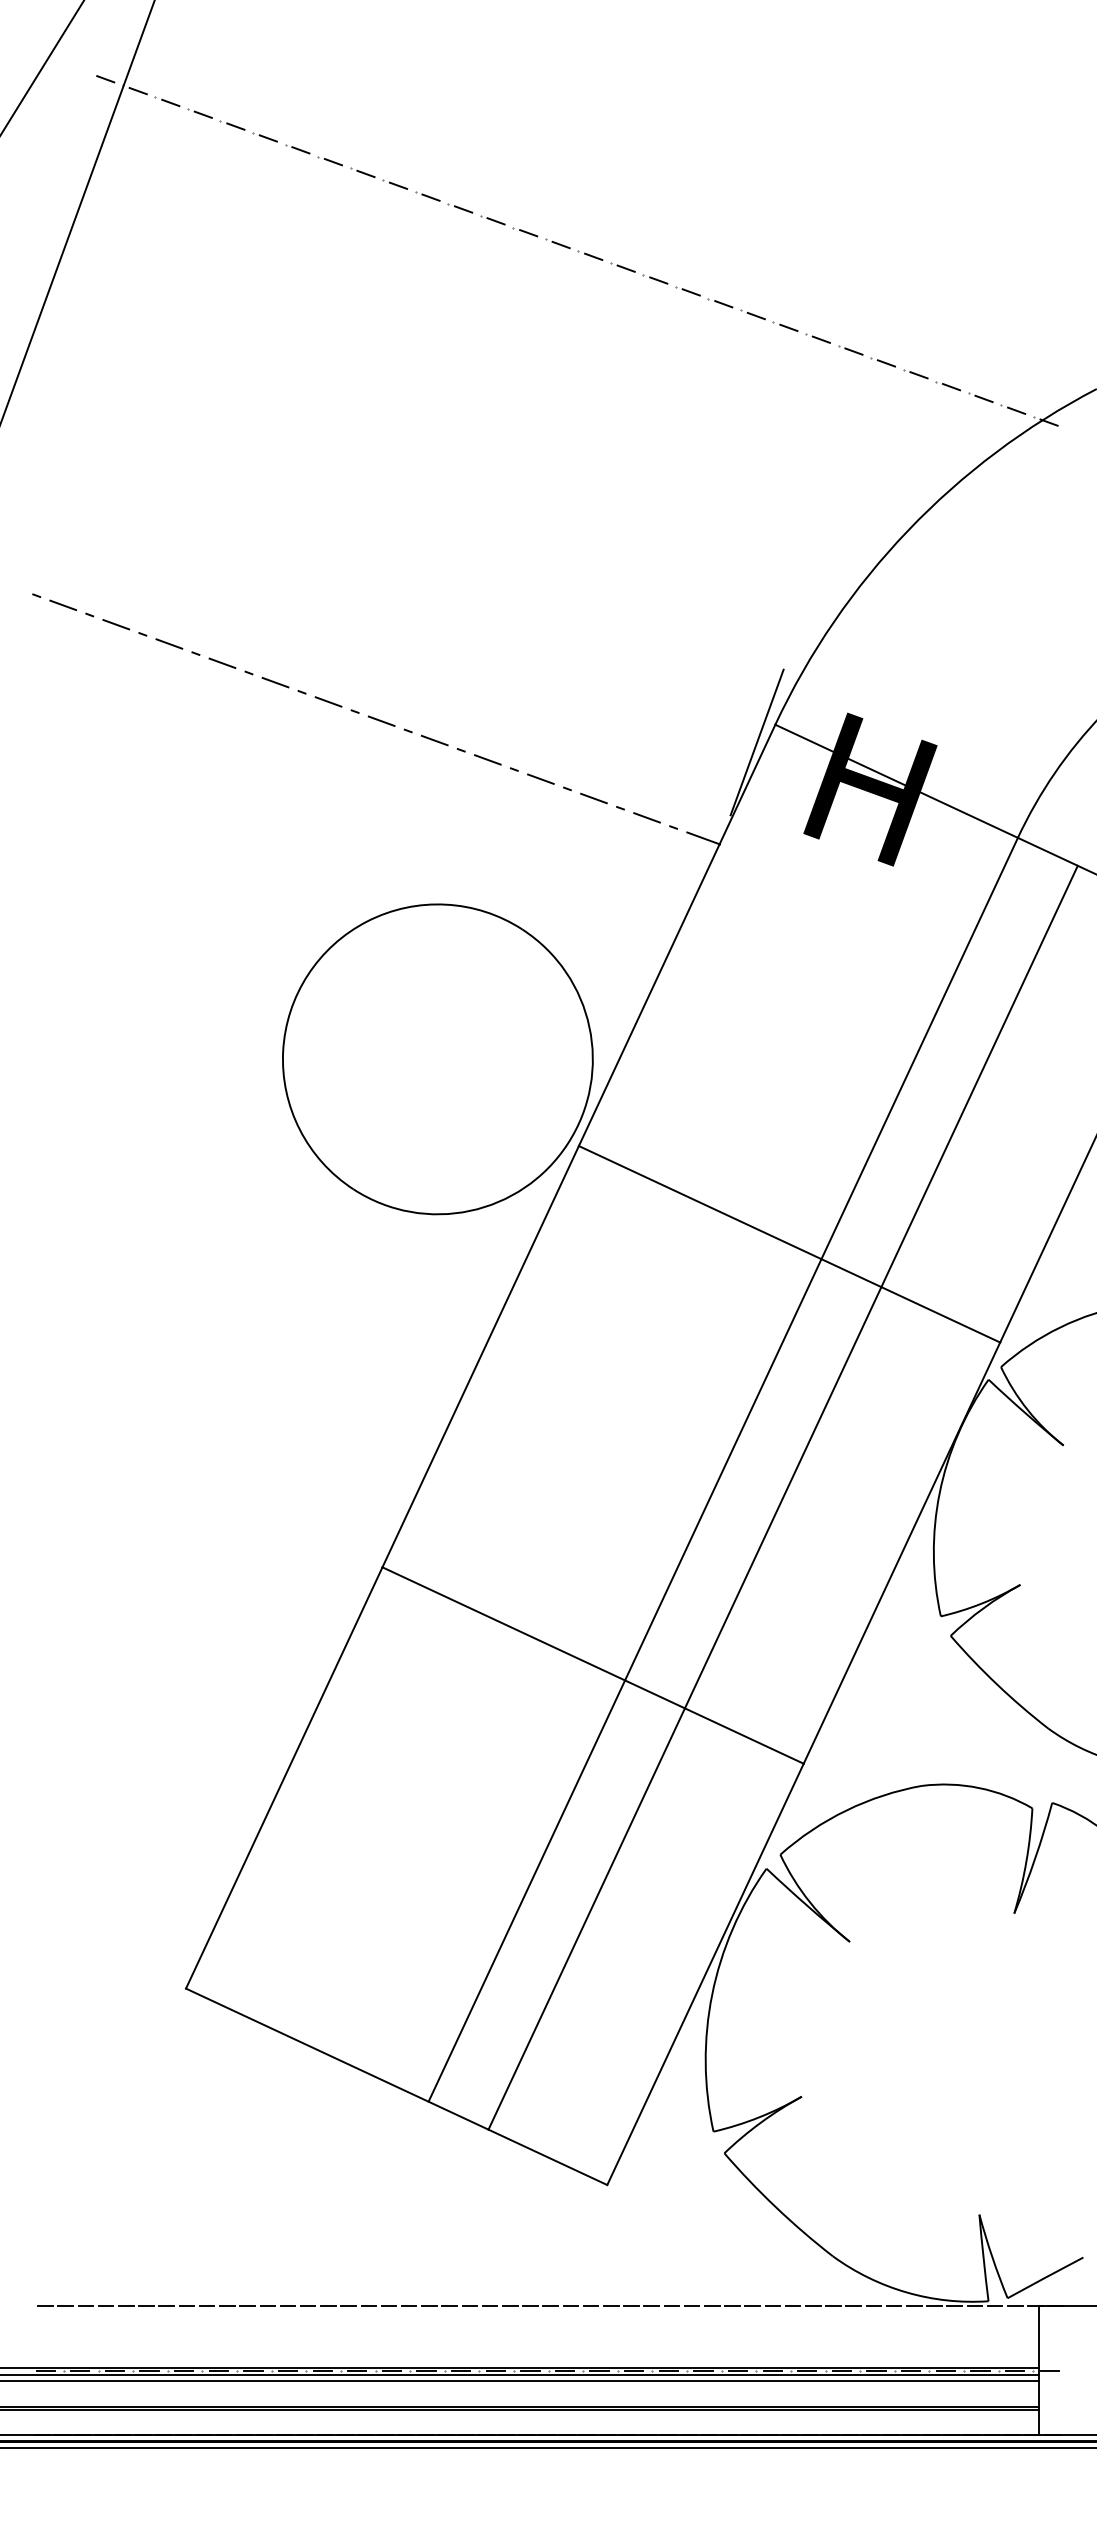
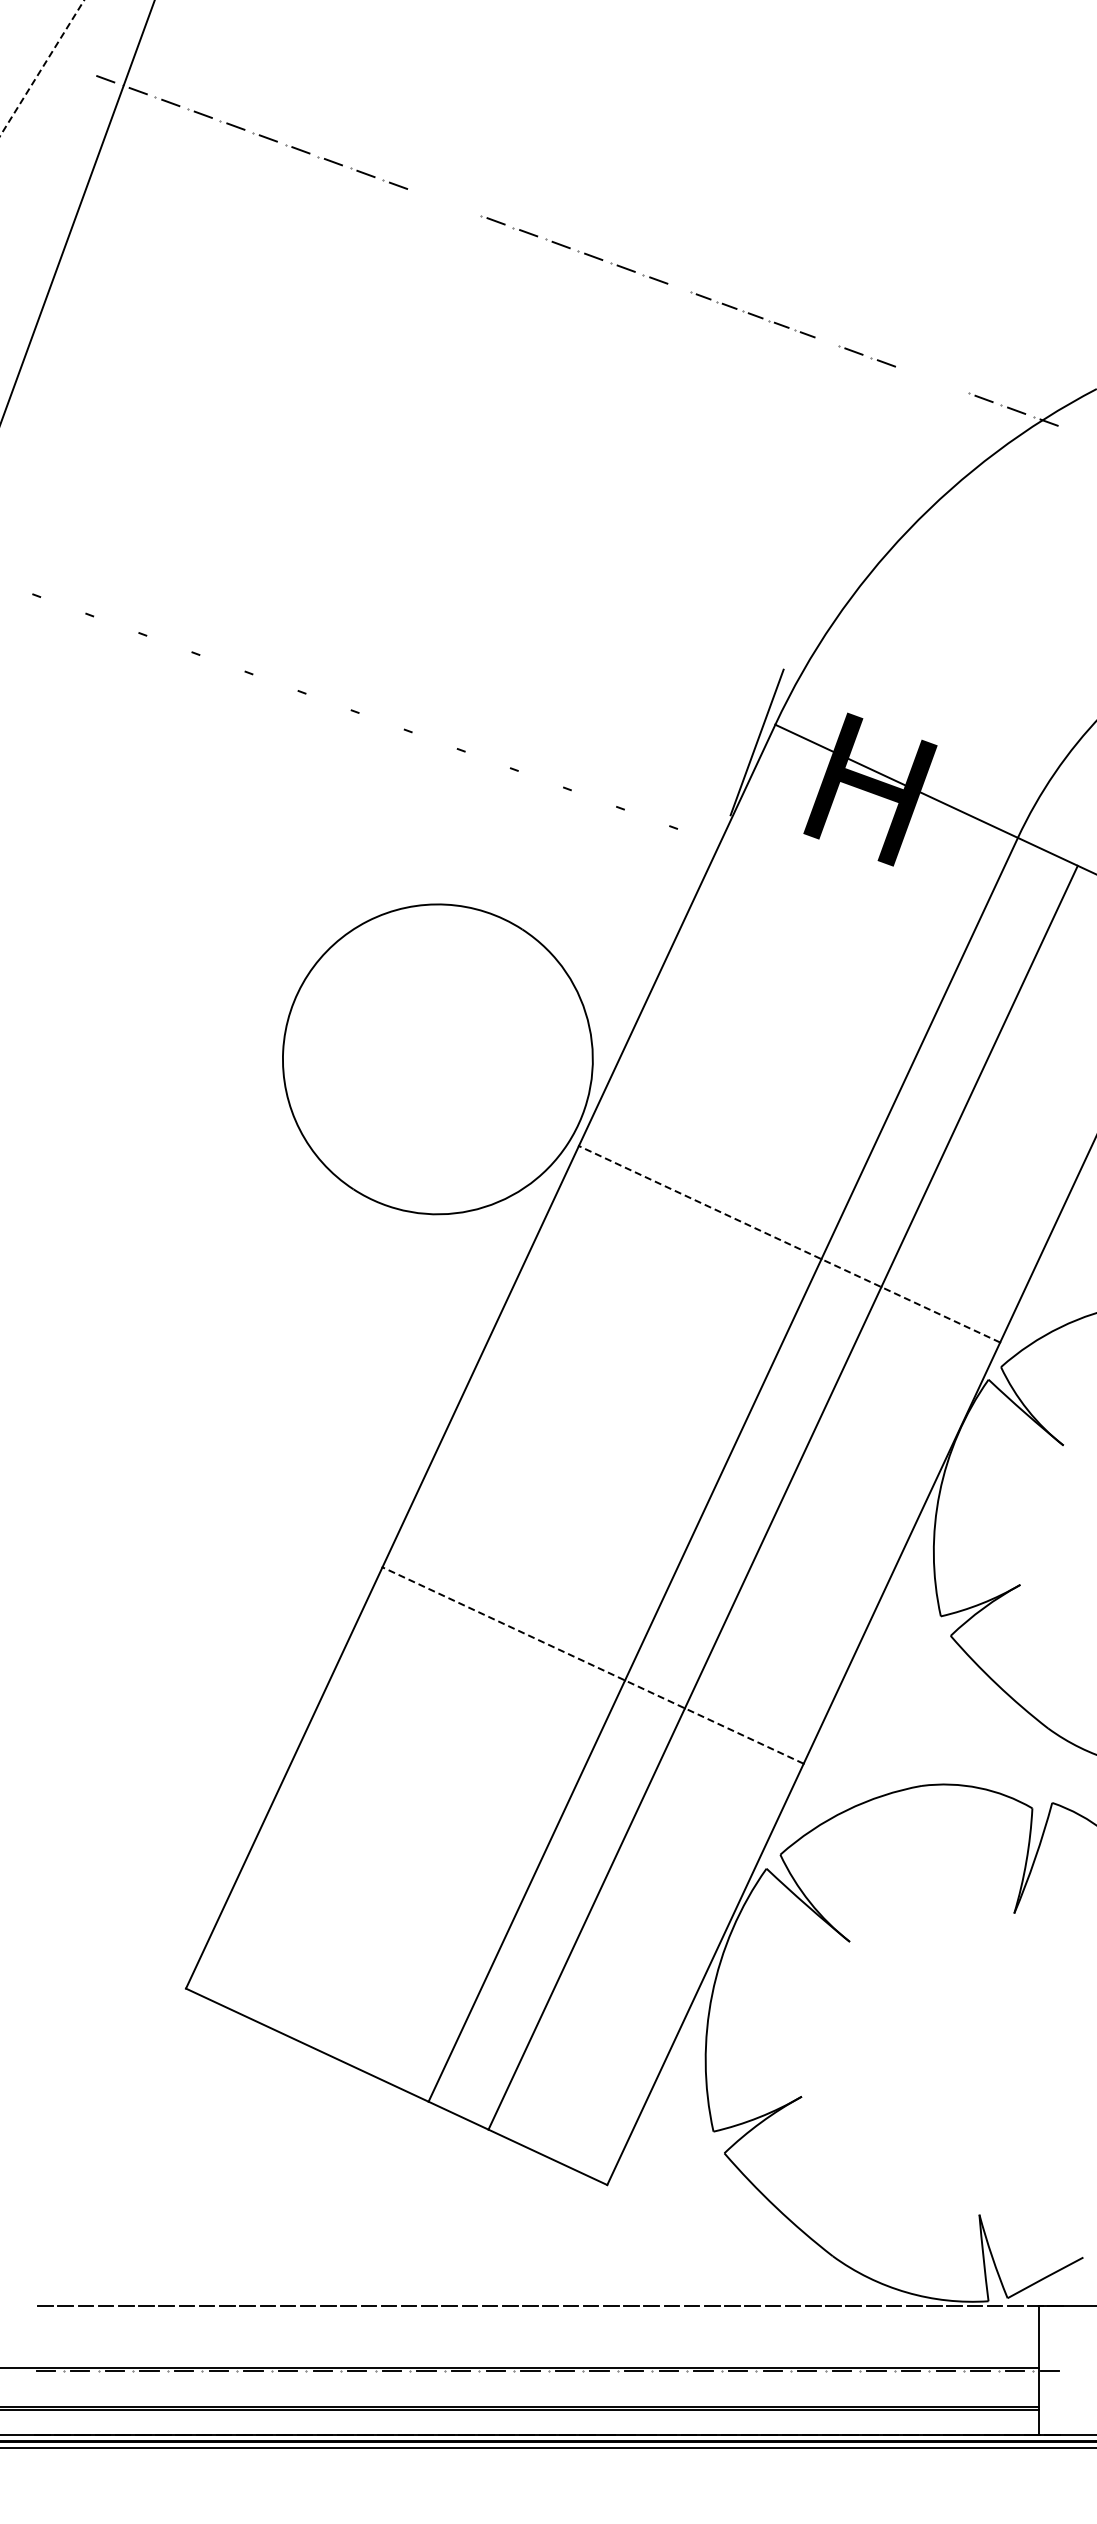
line at (42, 67): solid -> dashed
part at (444, 202): present -> none
part at (752, 314) size: 156x58 px -> 126x48 px
part at (931, 380): present -> none
line at (63, 605): present -> none
line at (116, 624): present -> none
line at (169, 643): present -> none
line at (222, 663): present -> none
line at (275, 682): present -> none
line at (328, 701): present -> none
line at (381, 720): present -> none
line at (434, 740): present -> none
line at (487, 759): present -> none
line at (540, 778): present -> none
line at (593, 798): present -> none
line at (646, 817): present -> none
line at (703, 838): present -> none
line at (789, 1244): solid -> dashed
line at (592, 1665): solid -> dashed
line at (520, 2374): present -> none
line at (520, 2381): present -> none
